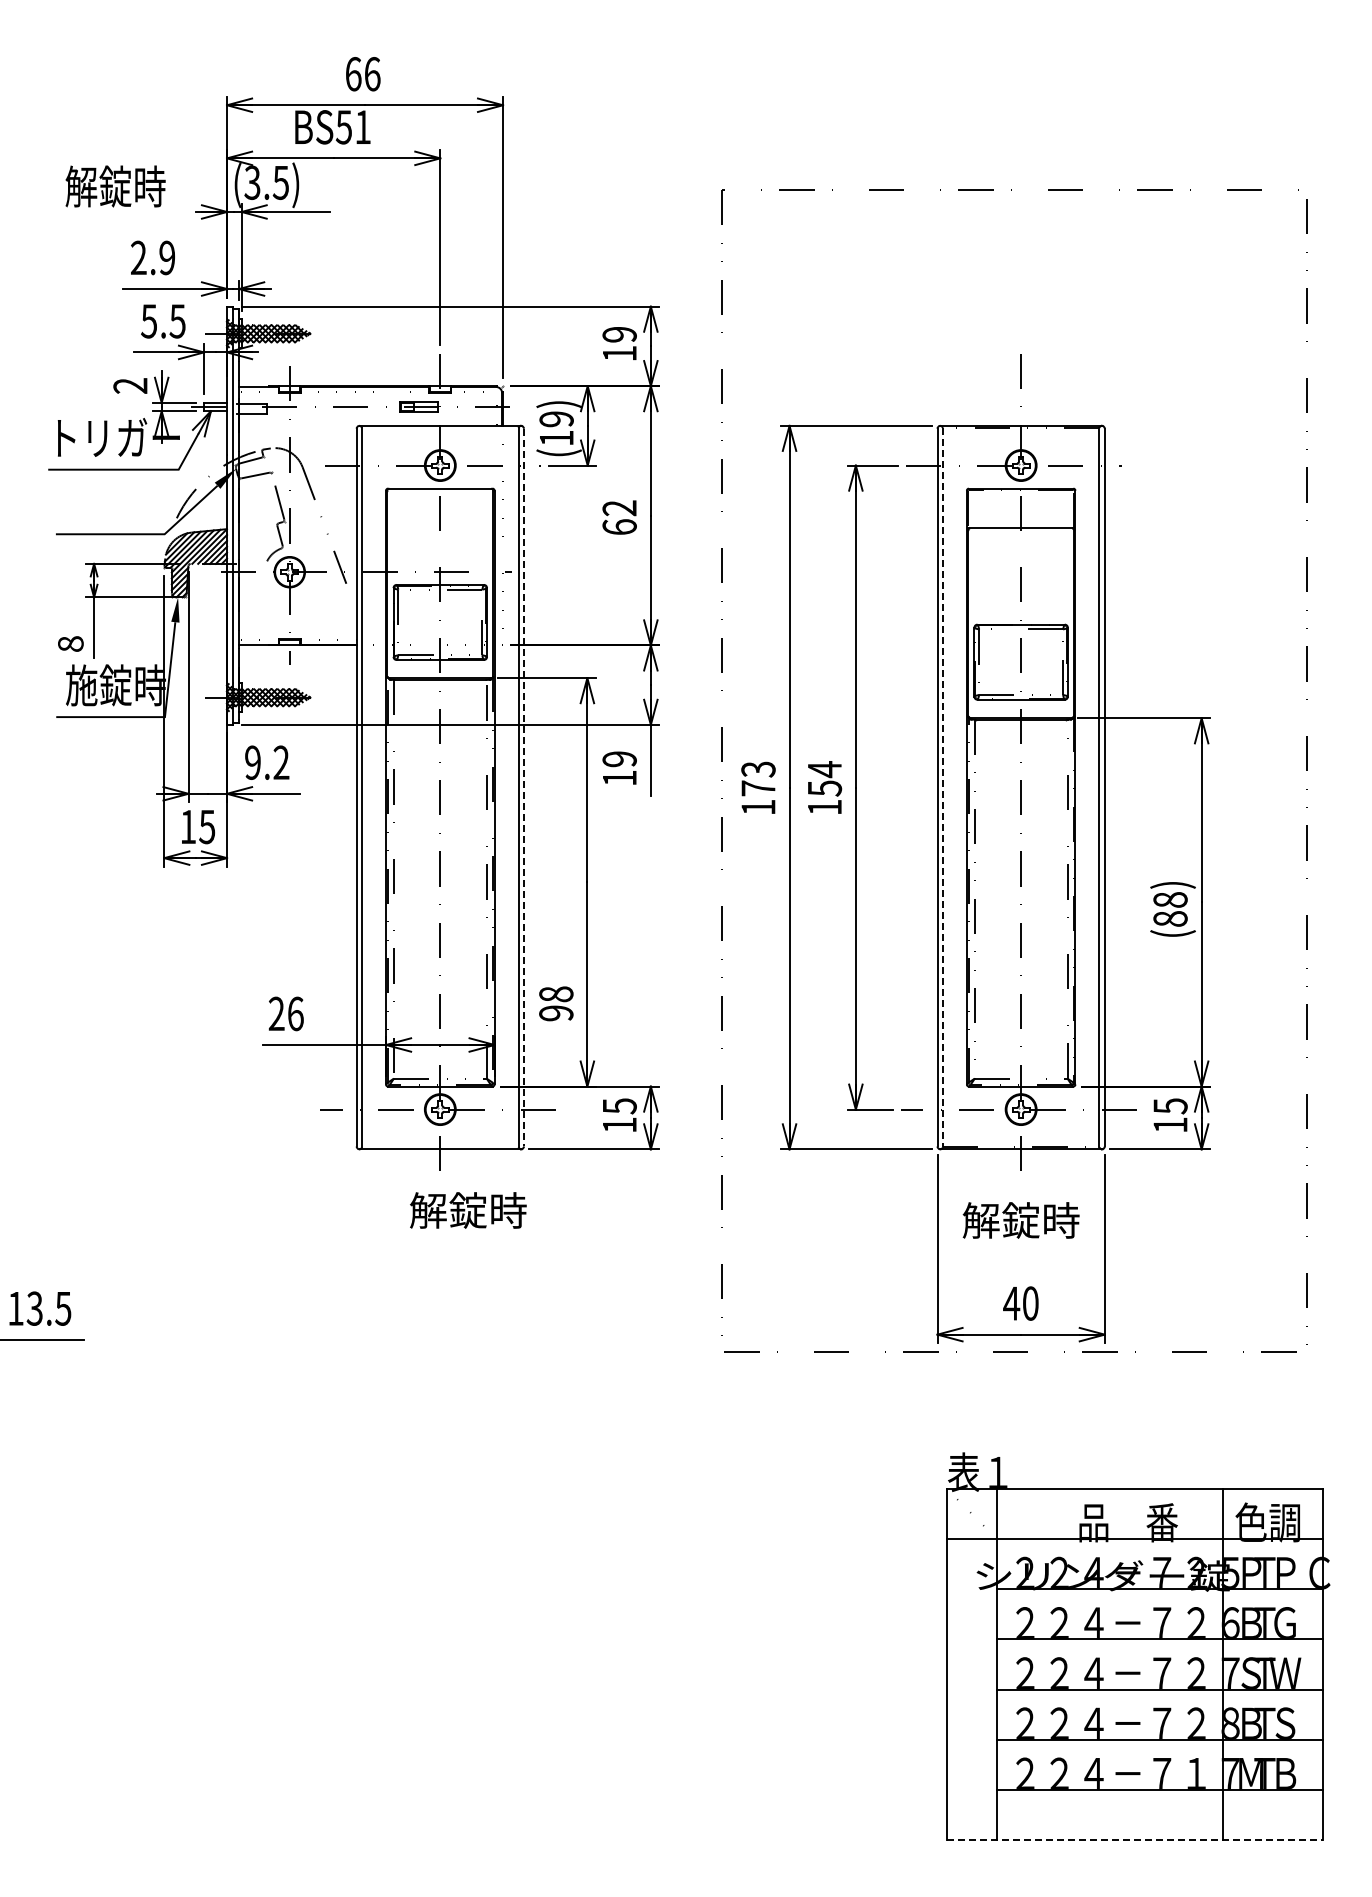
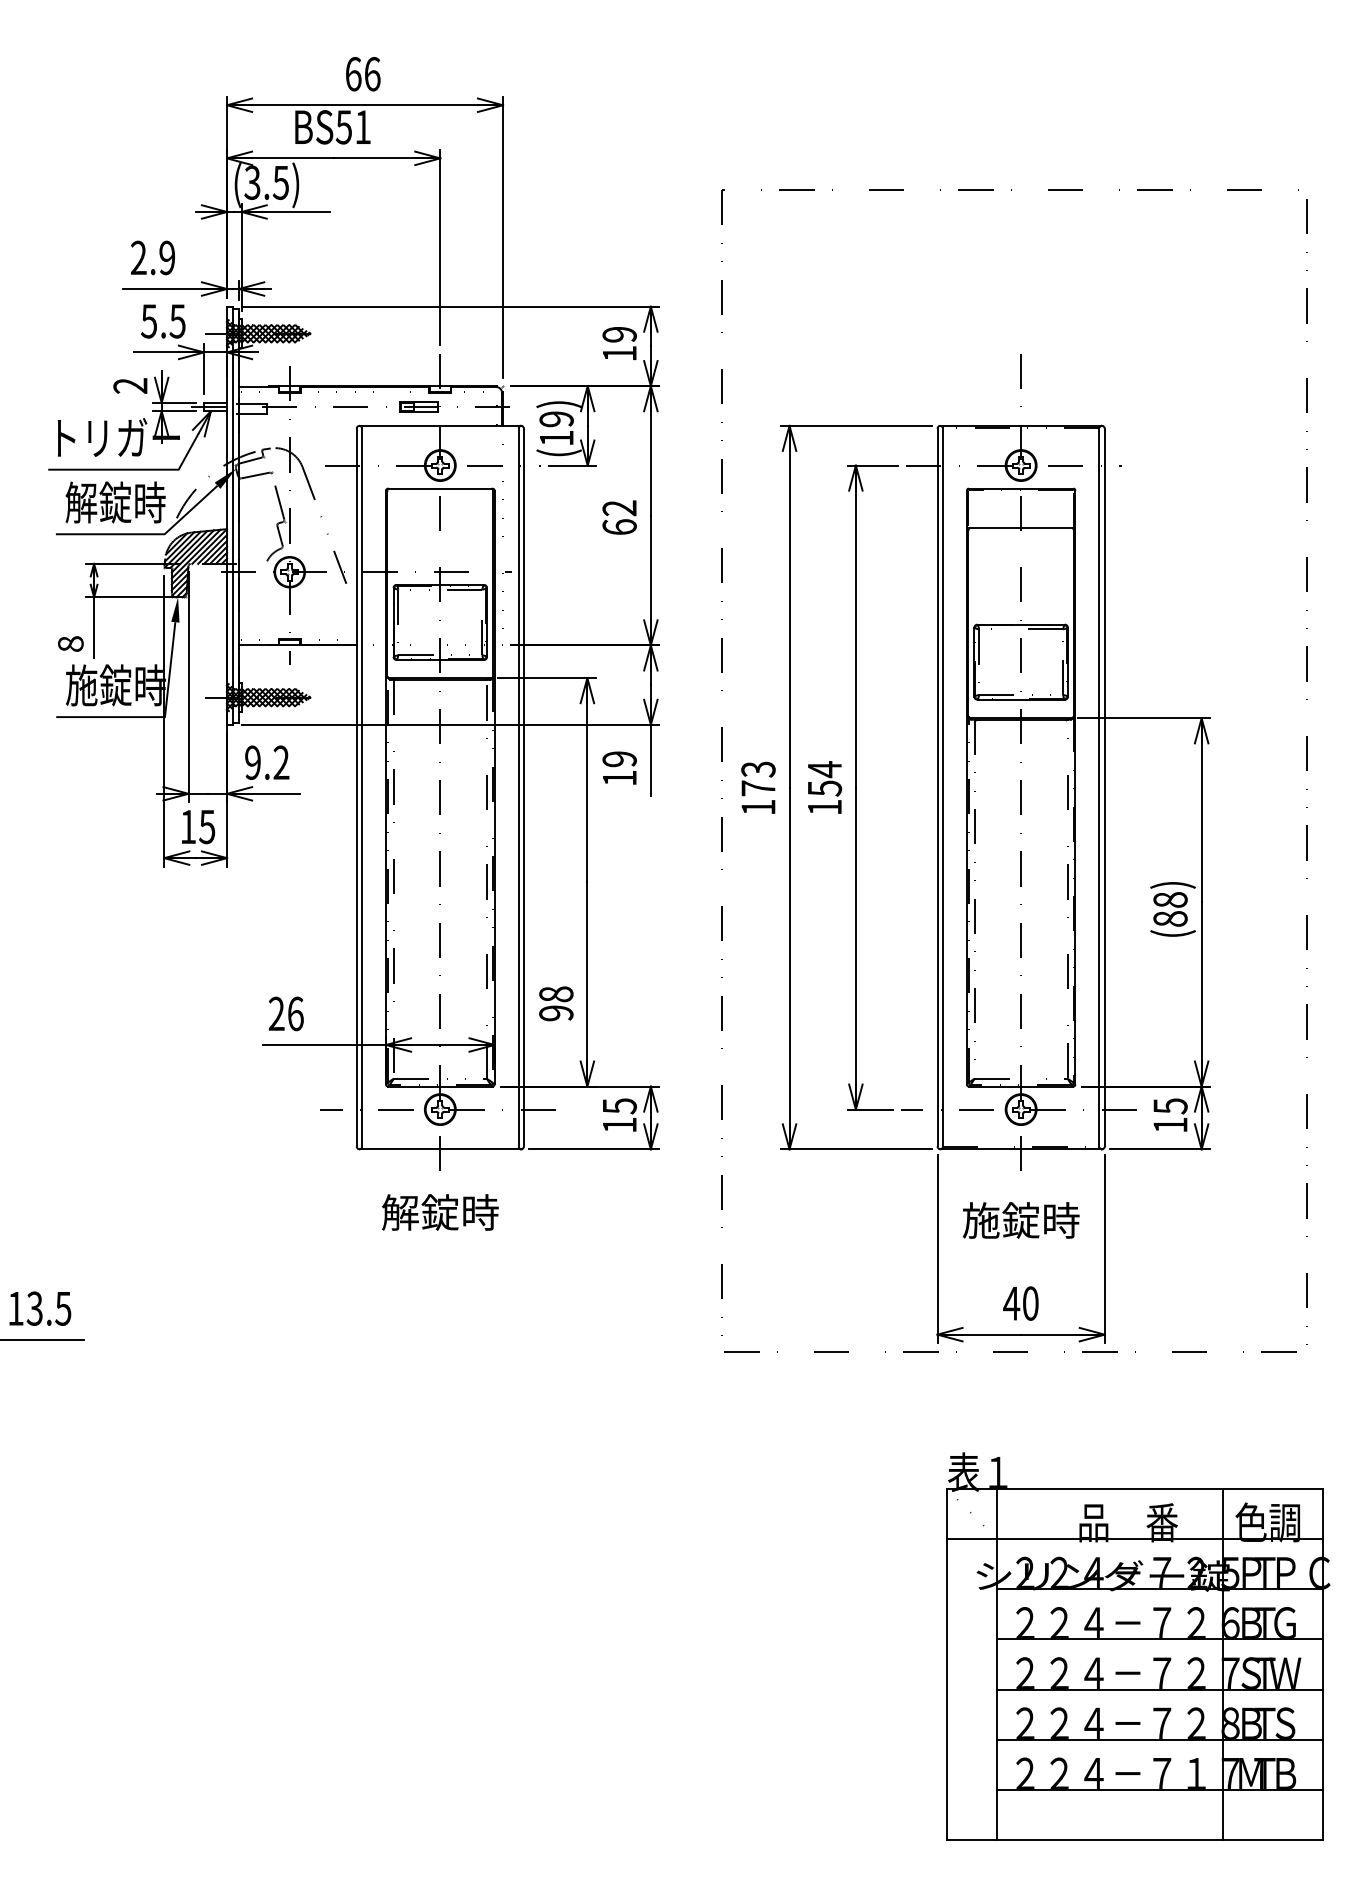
text at (115, 186) position: (115, 186) -> (115, 502)
line at (523, 787): dashed -> solid
line at (942, 787): dashed -> solid
text at (468, 1210) position: (468, 1210) -> (440, 1212)
text at (980, 1220): 解錠時 -> 施錠時
line at (1135, 1840): dashed -> solid
